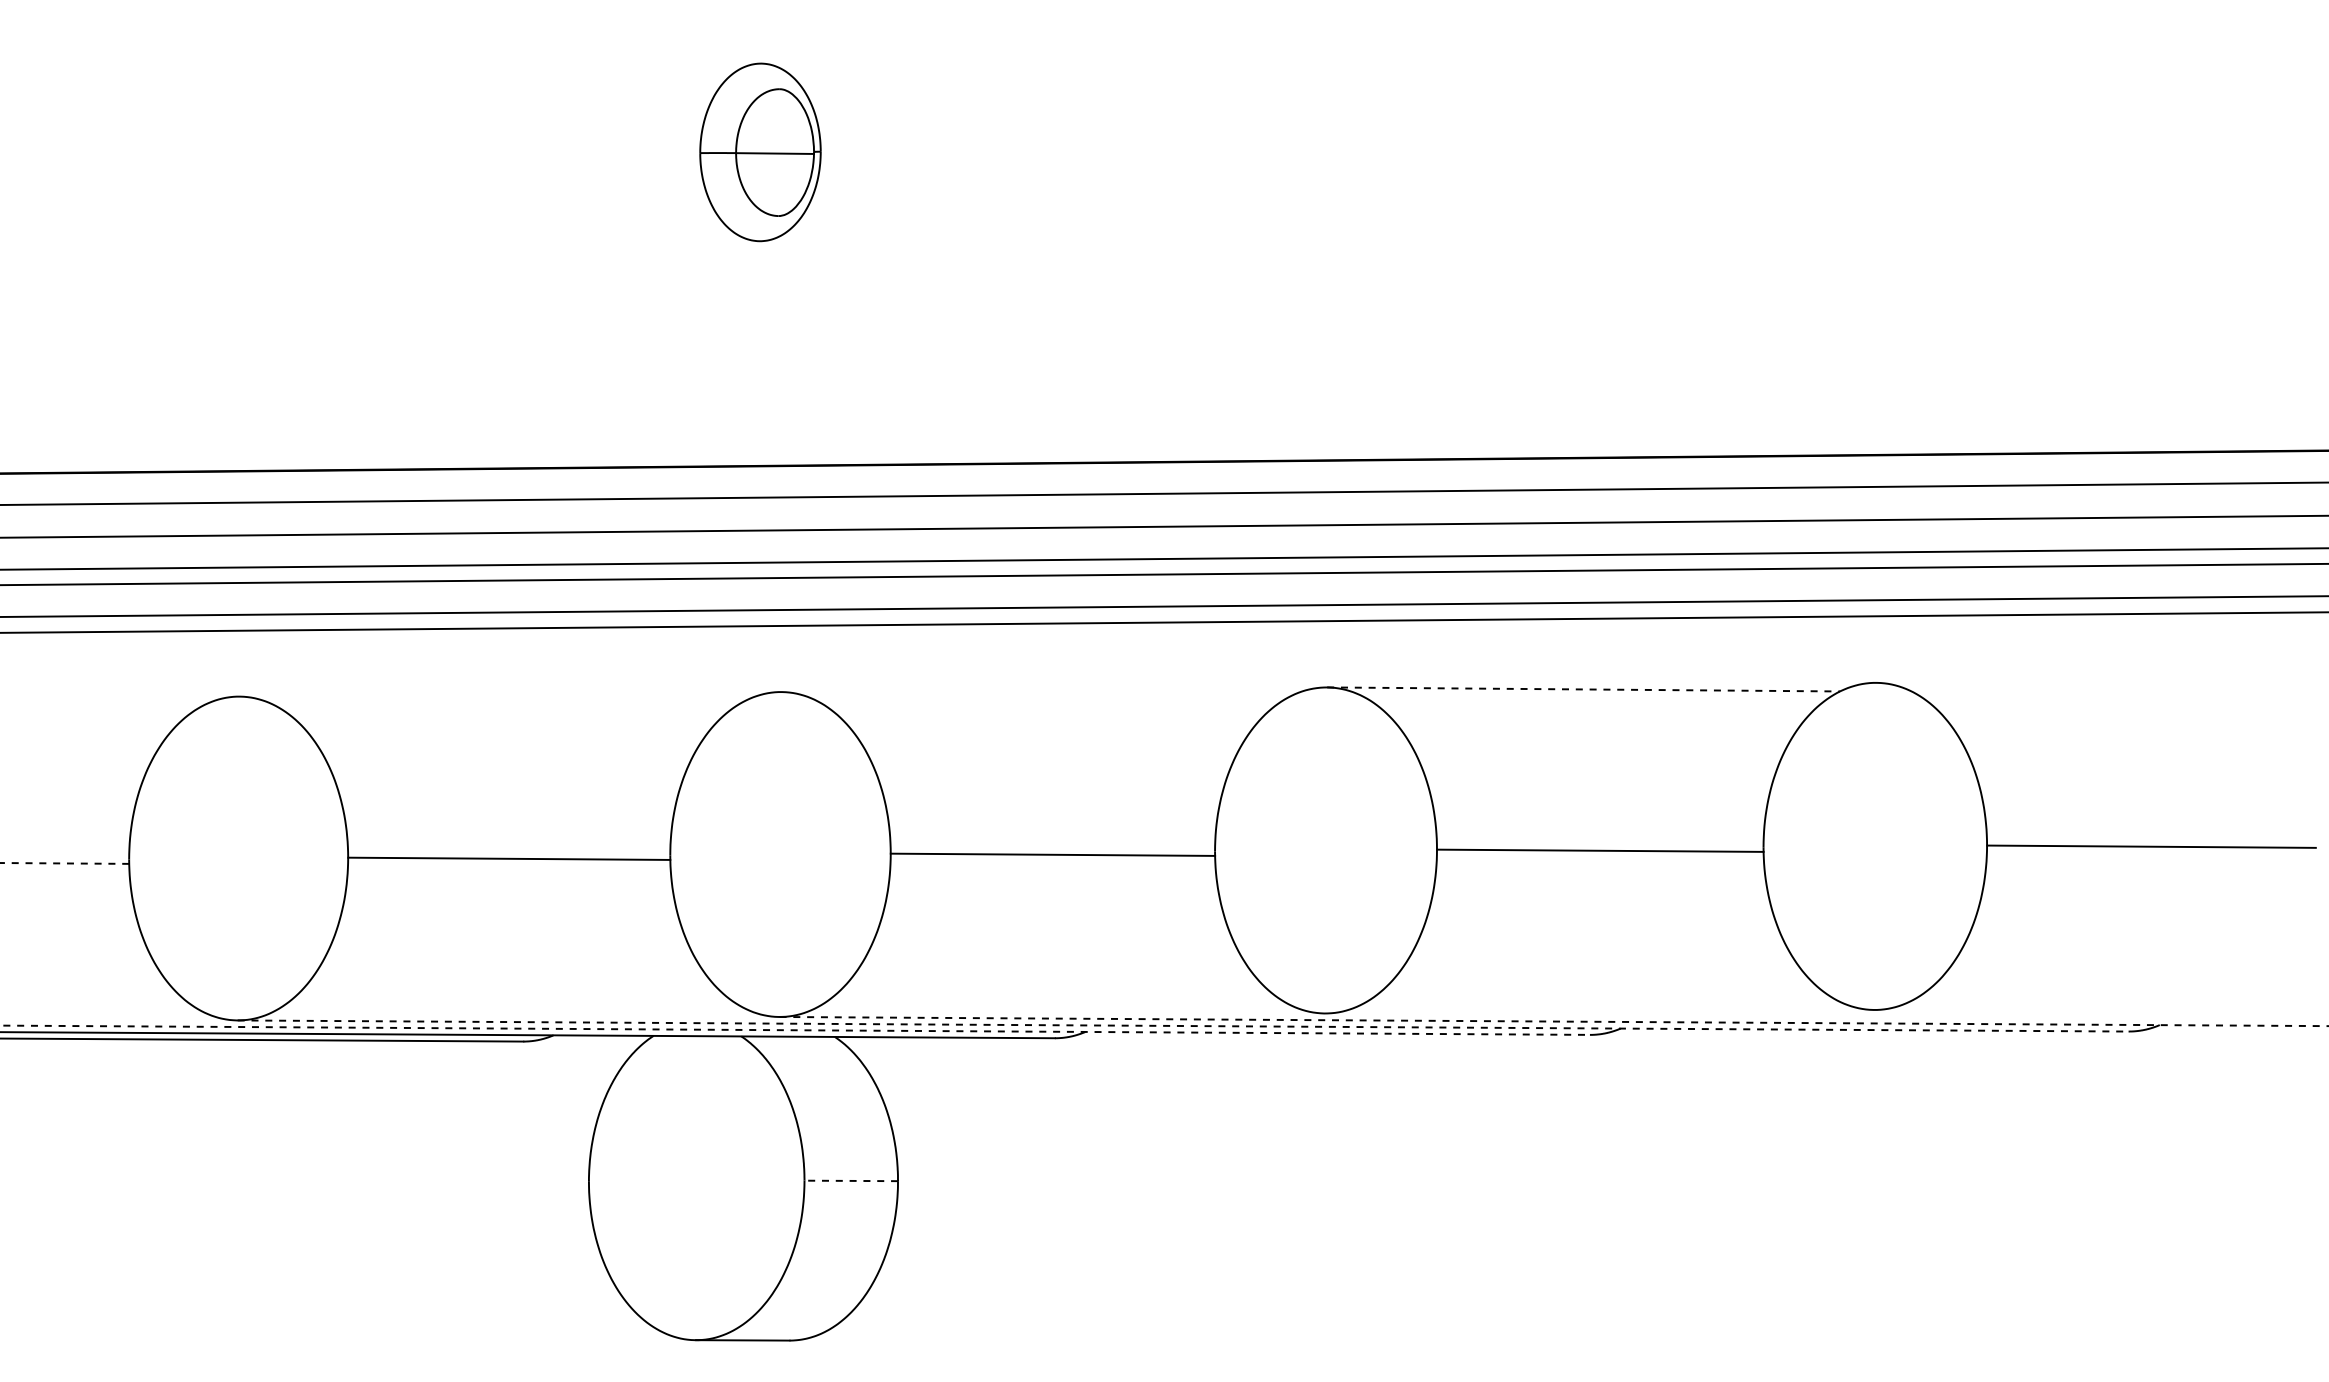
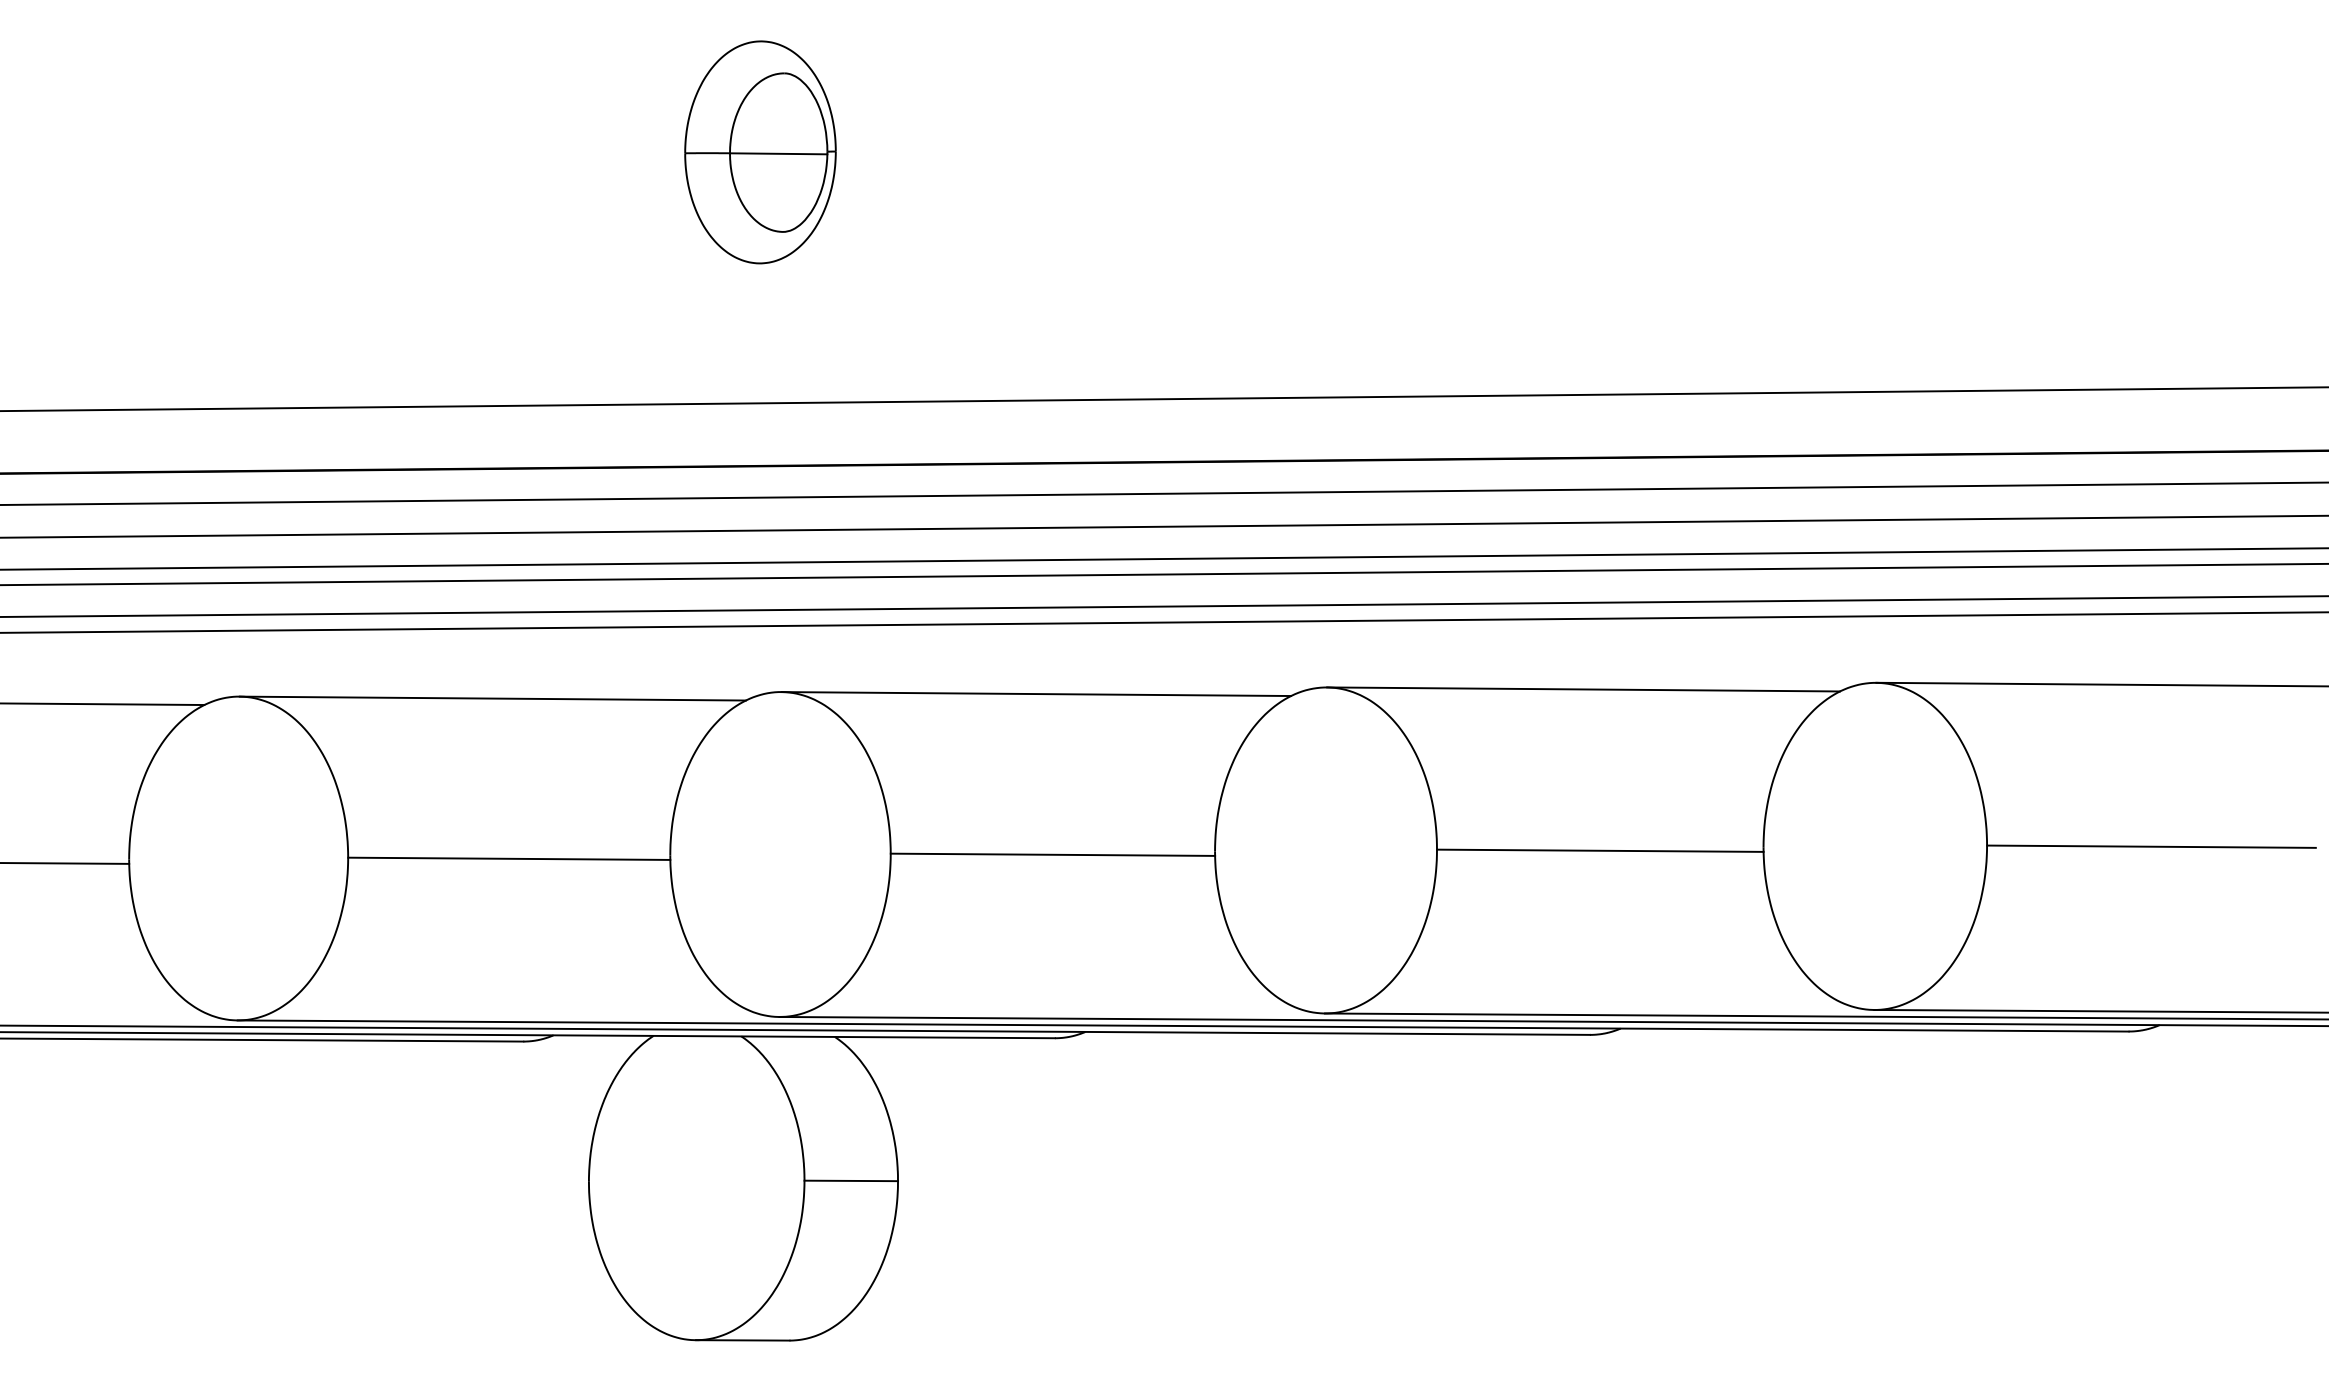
part at (760, 152) size: 123x181 px -> 153x225 px
line at (1163, 399): none -> present
line at (2100, 684): none -> present
line at (1584, 689): dashed -> solid
line at (1036, 694): none -> present
line at (492, 698): none -> present
line at (103, 704): none -> present
line at (64, 863): dashed -> solid
line at (2099, 1010): none -> present
line at (1825, 1016): none -> present
line at (1554, 1021): dashed -> solid
line at (1183, 1026): dashed -> solid
line at (795, 1030): dashed -> solid
line at (851, 1180): dashed -> solid
